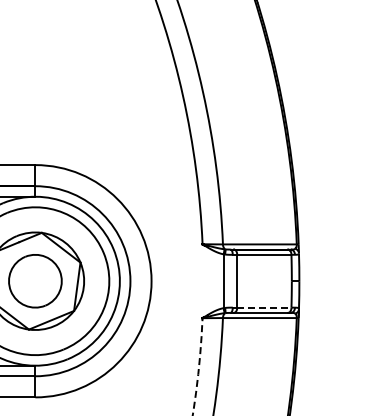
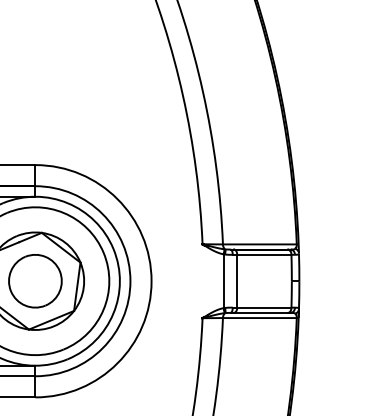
line at (264, 307): dashed -> solid
arc at (198, 367): dashed -> solid
